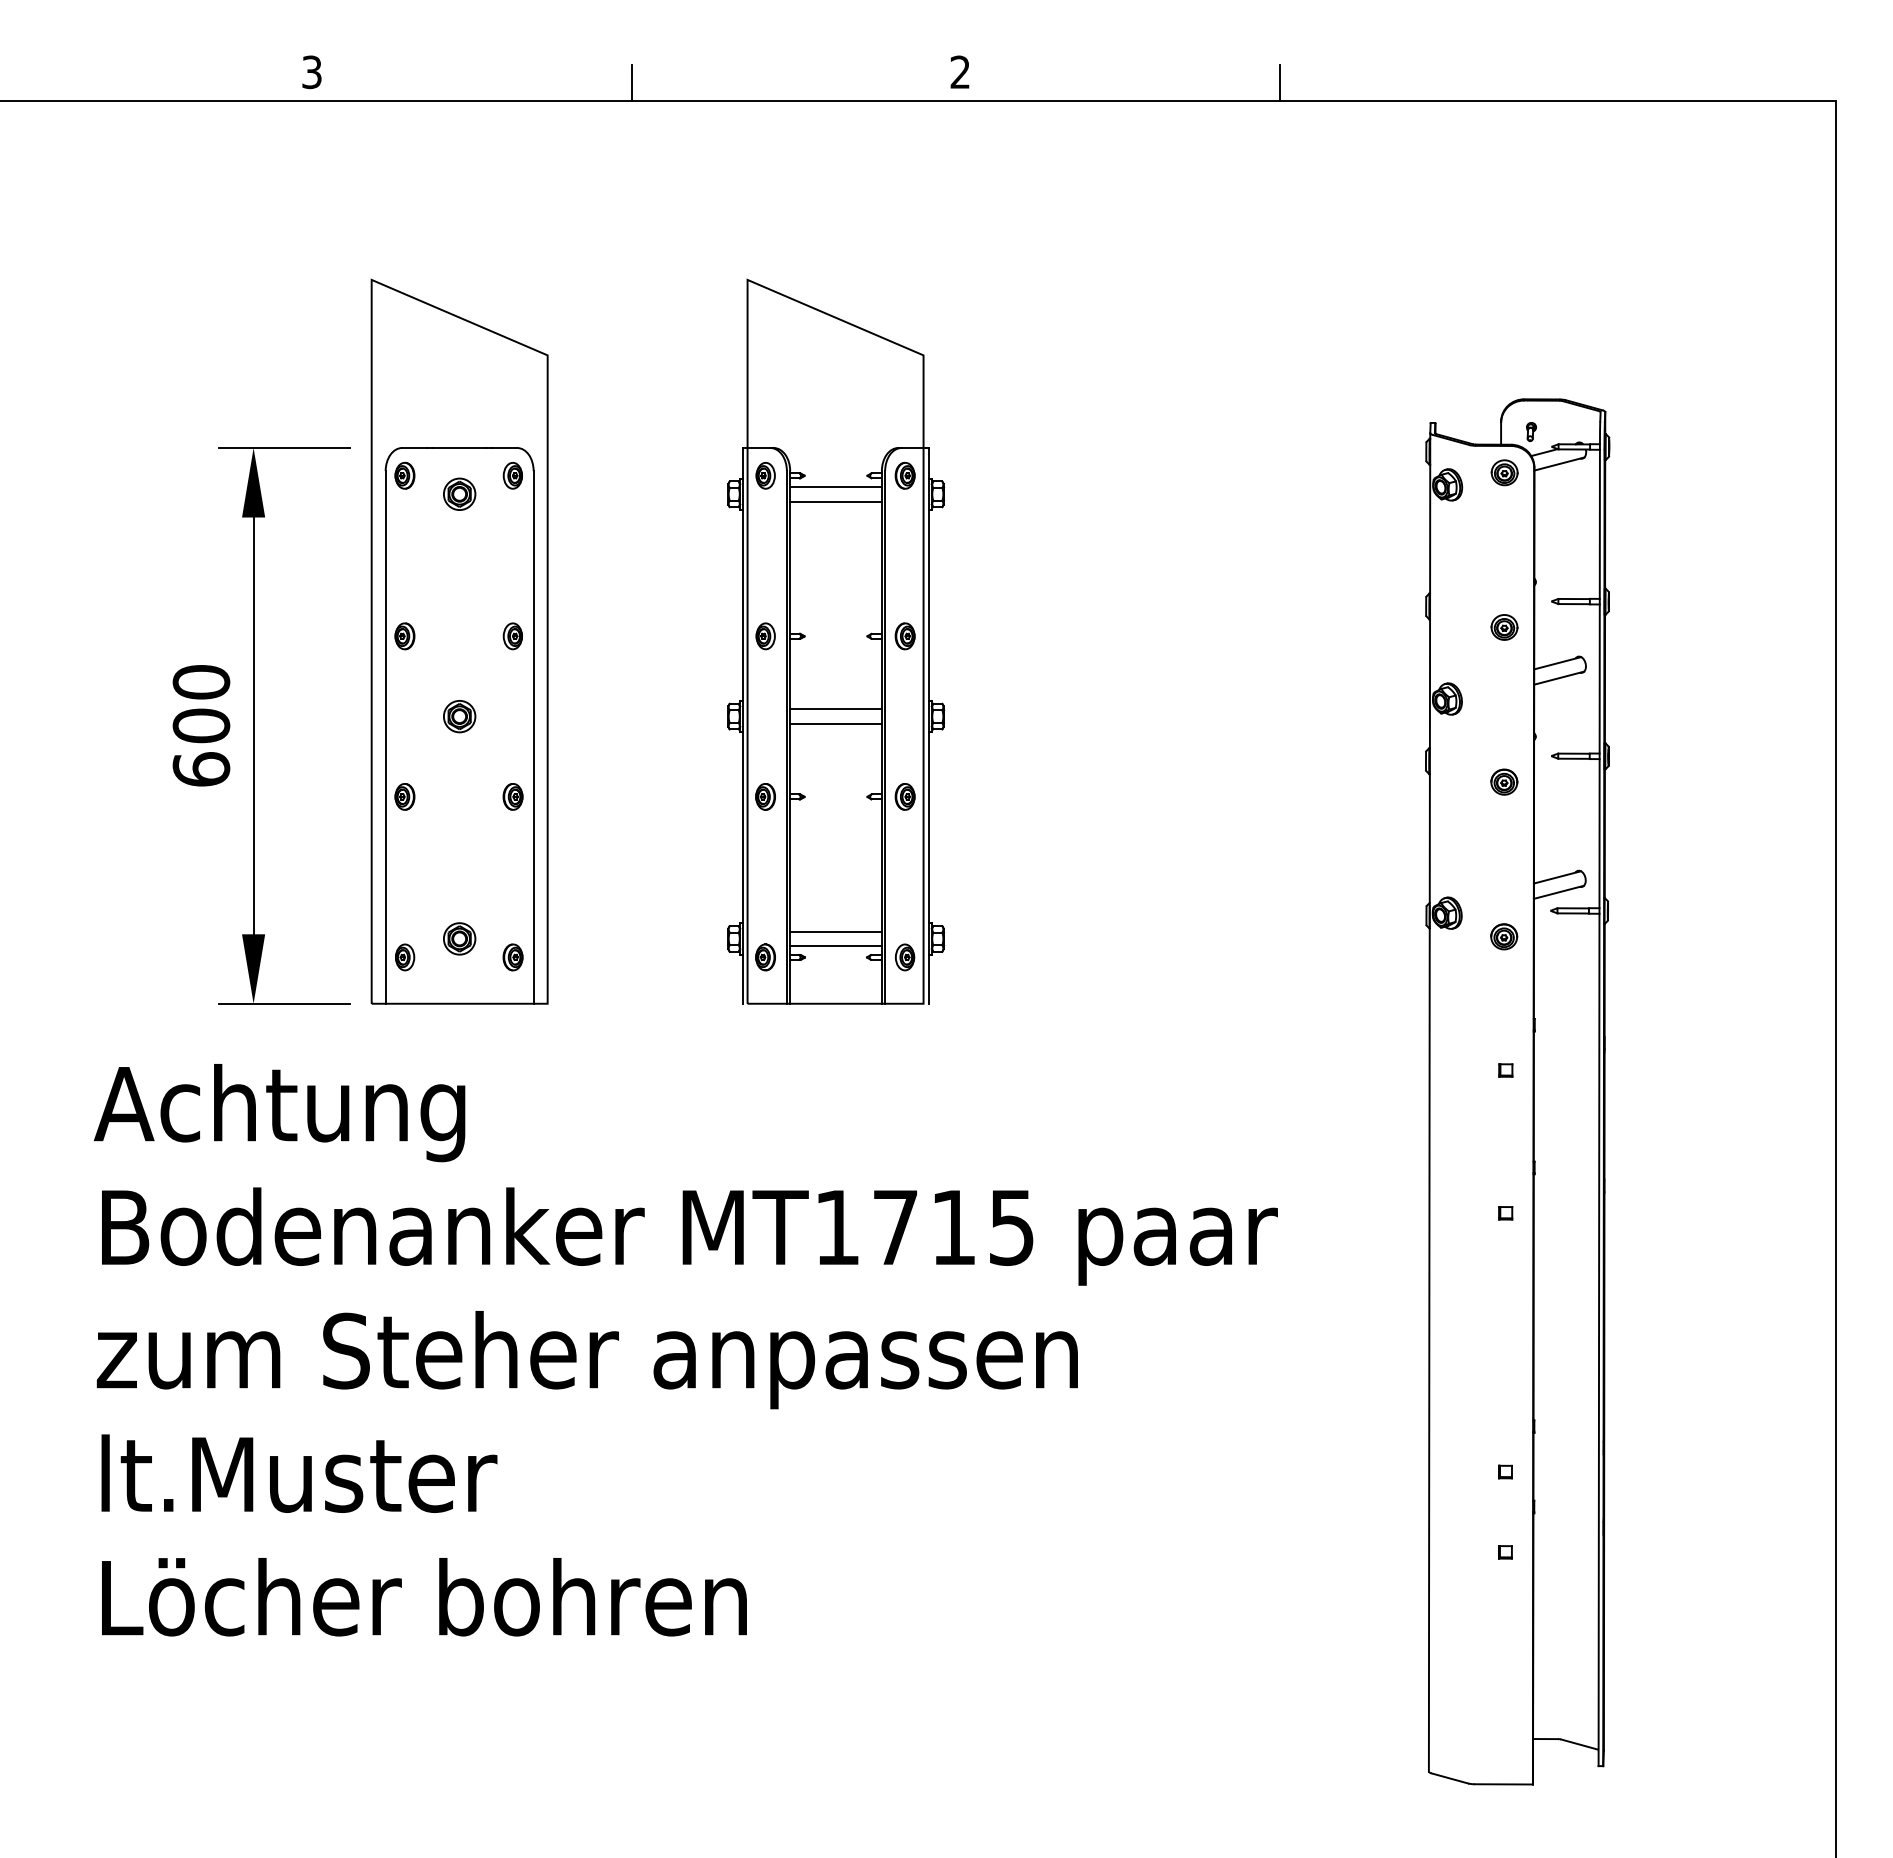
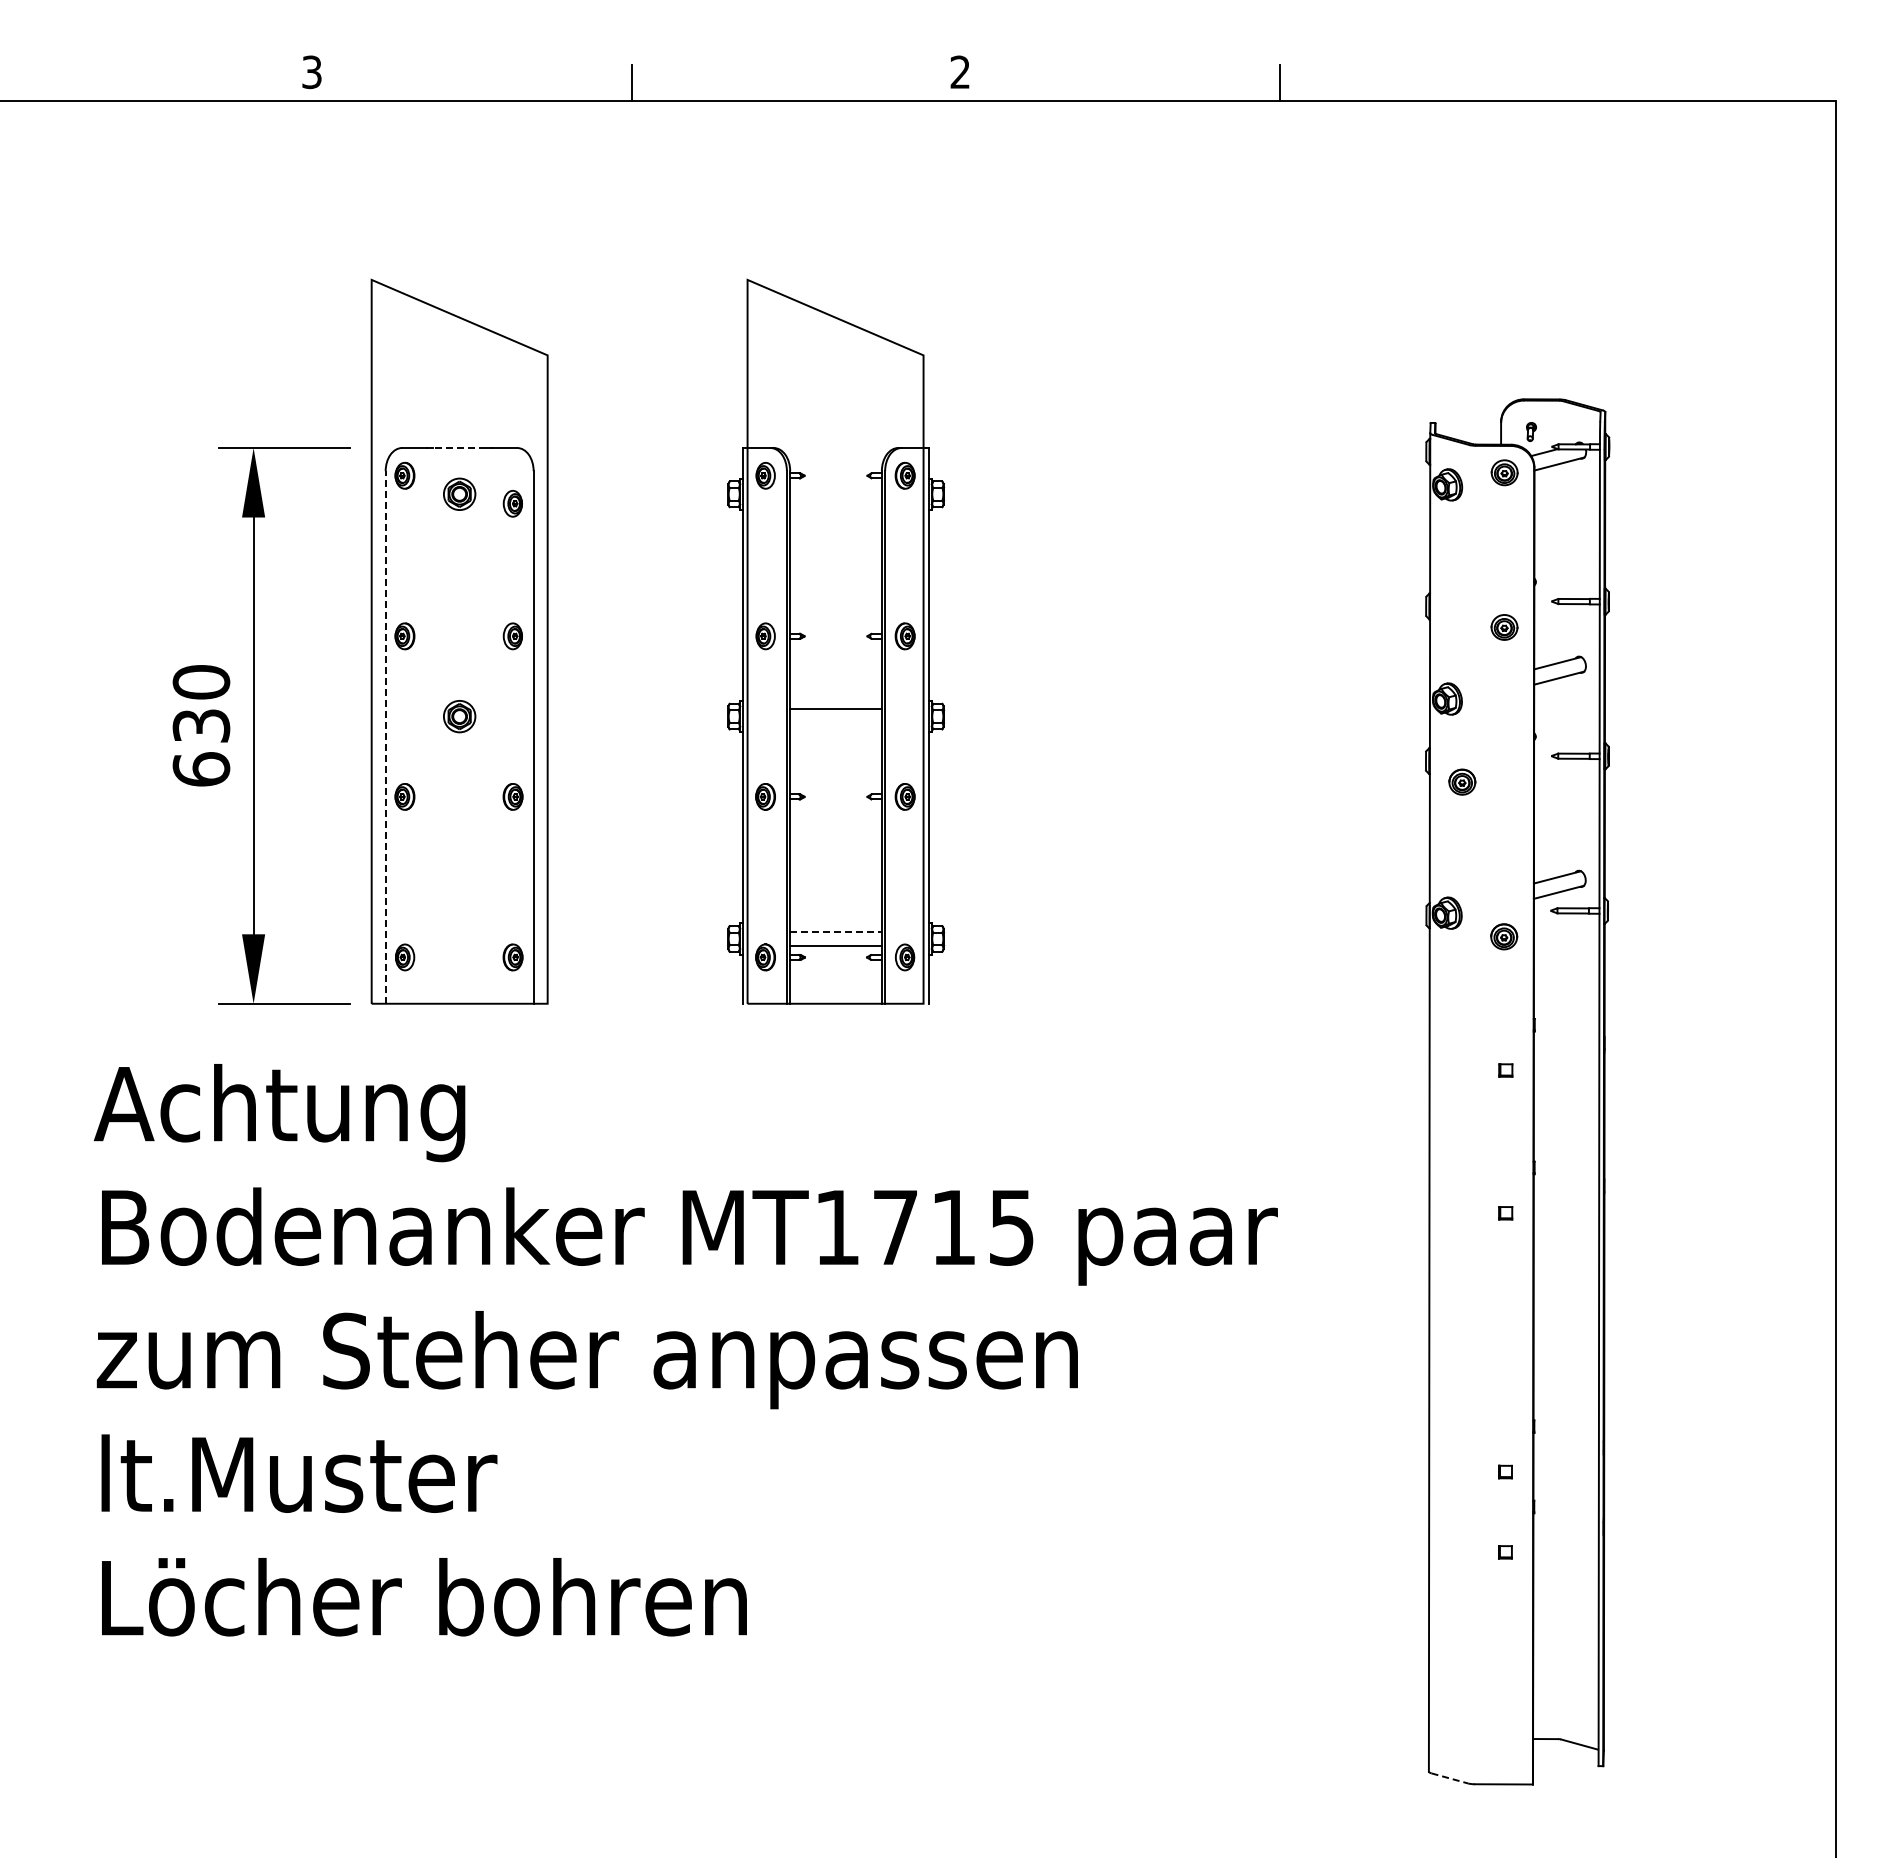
line at (459, 448): solid -> dashed
part at (512, 475) position: (512, 475) -> (512, 503)
line at (835, 486): present -> none
line at (835, 501): present -> none
line at (835, 724): present -> none
text at (201, 725): 600 -> 630
line at (385, 736): solid -> dashed
part at (1504, 781) position: (1504, 781) -> (1462, 781)
line at (836, 931): solid -> dashed
part at (459, 938): present -> none
line at (1450, 1778): solid -> dashed
